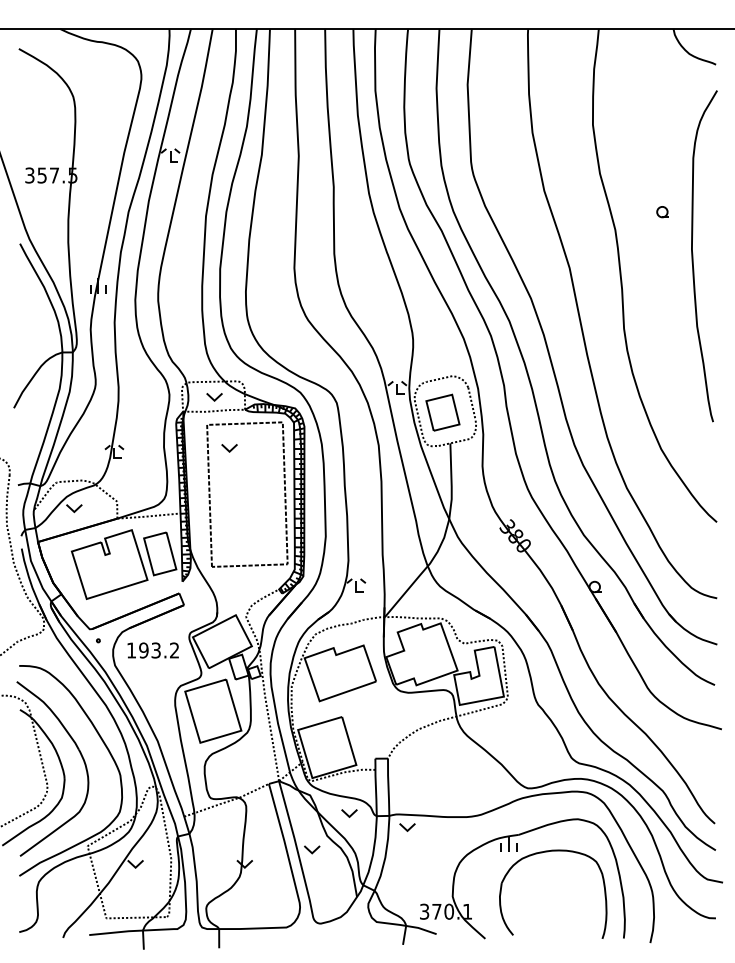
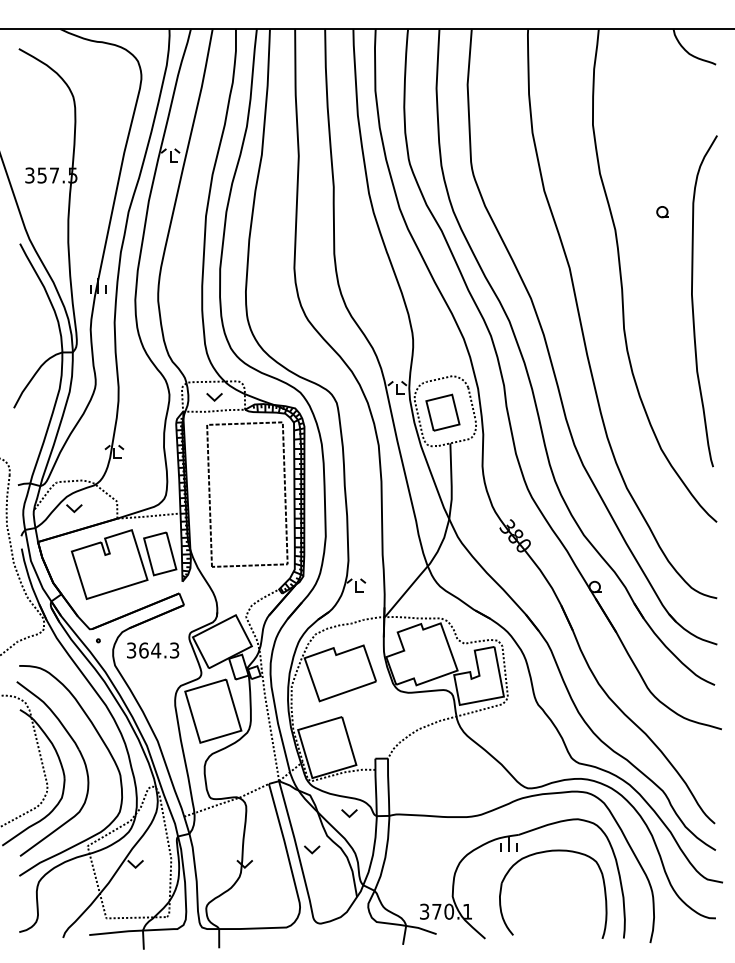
curve at (693, 256) position: (693, 256) -> (693, 301)
part at (229, 448): present -> none
text at (153, 650): 193.2 -> 364.3
part at (407, 827): present -> none
